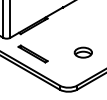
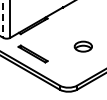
line at (3, 19): solid -> dashed
part at (82, 52) position: (82, 52) -> (82, 46)
